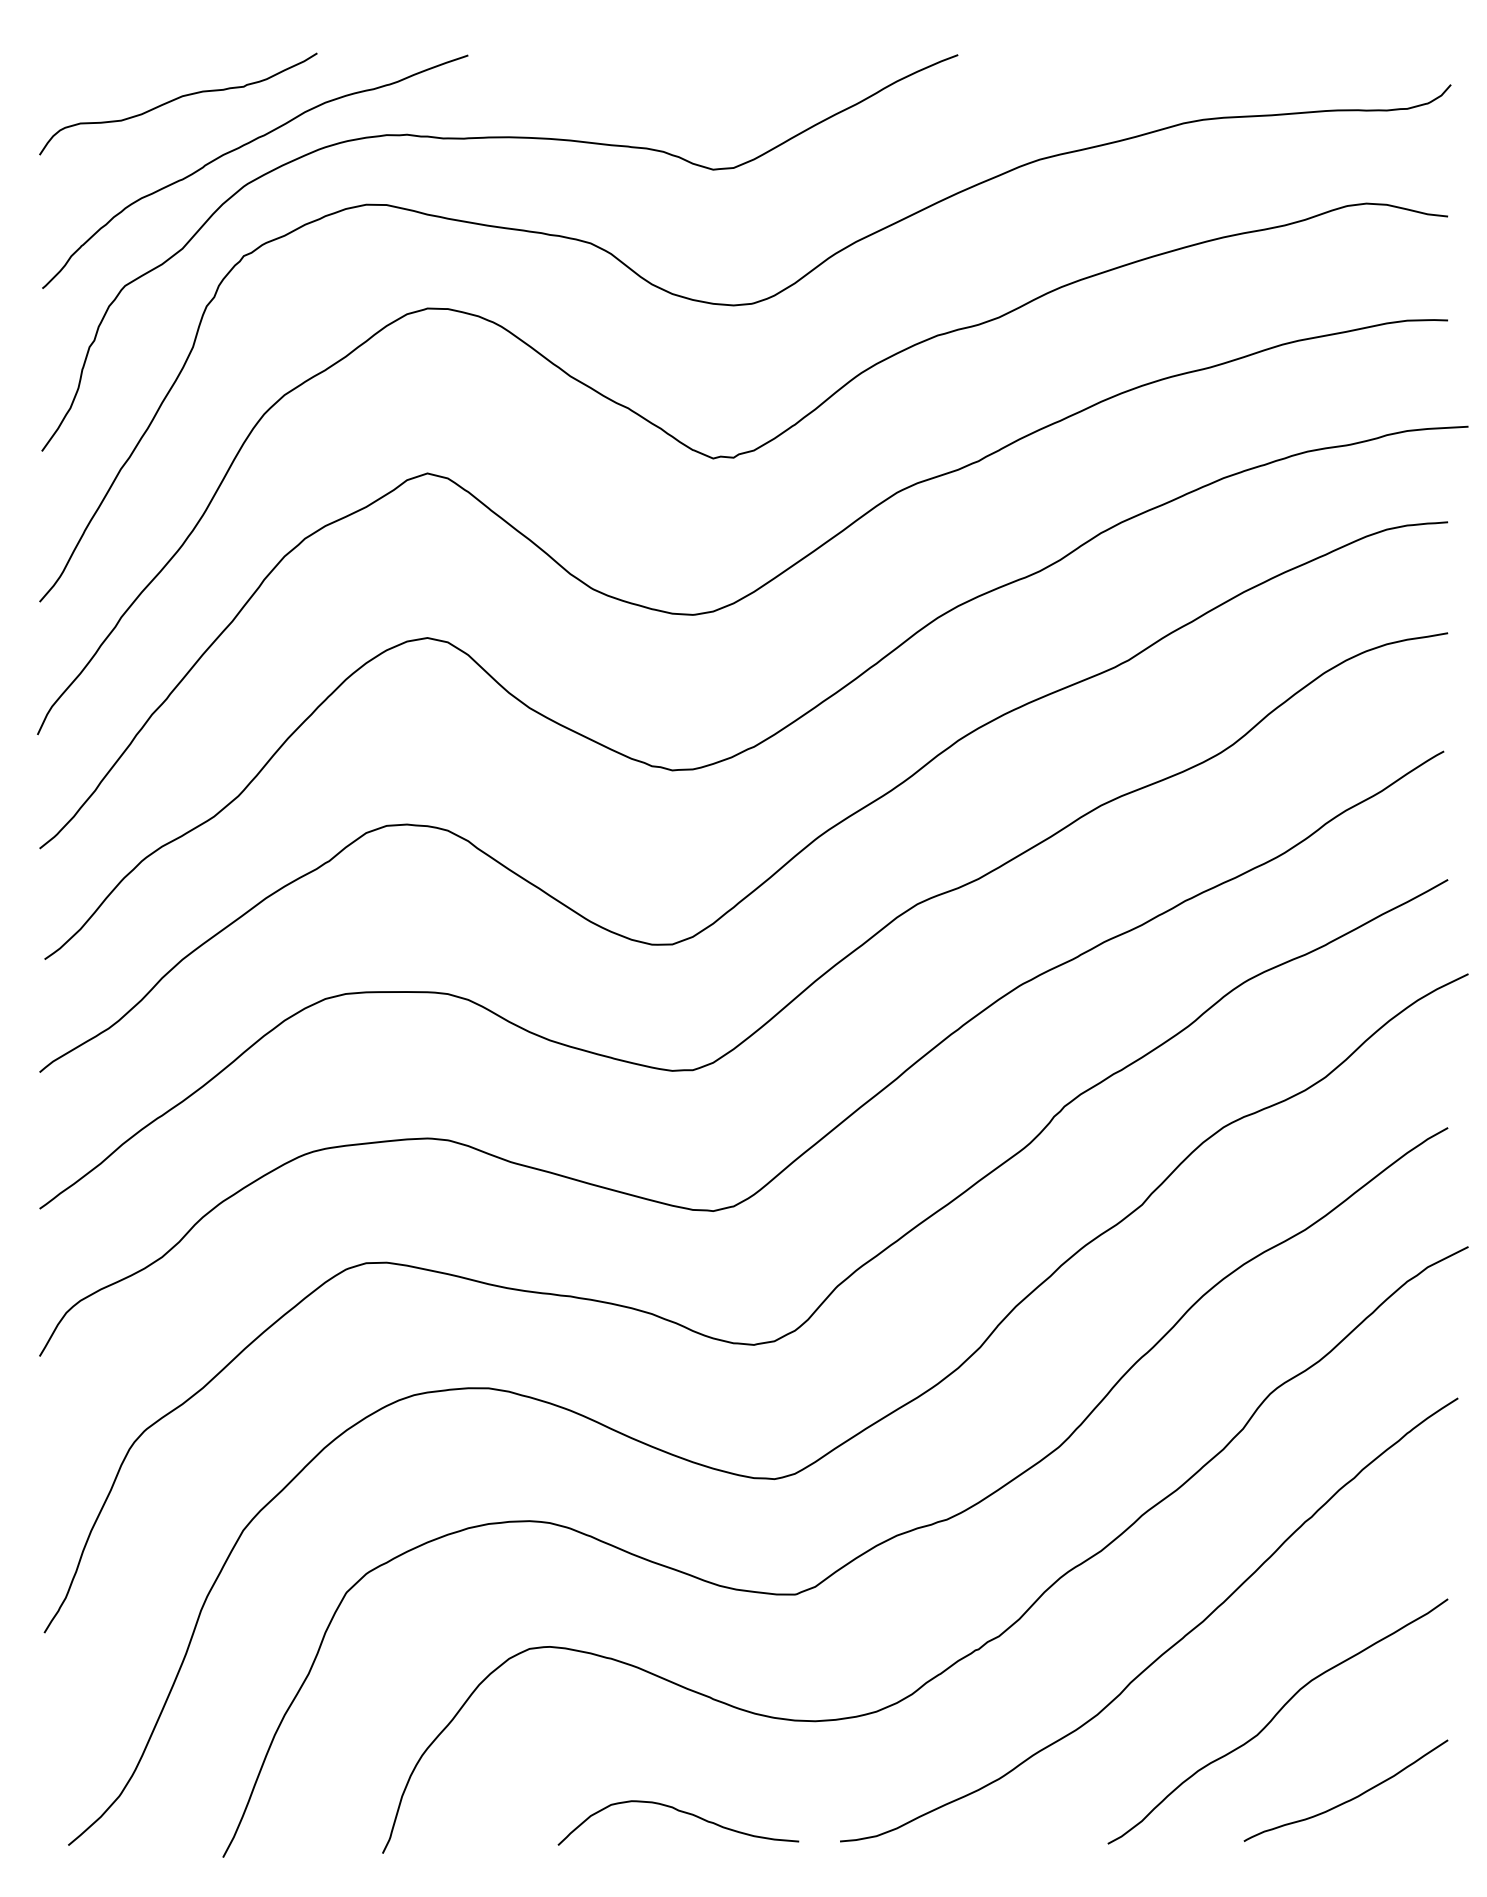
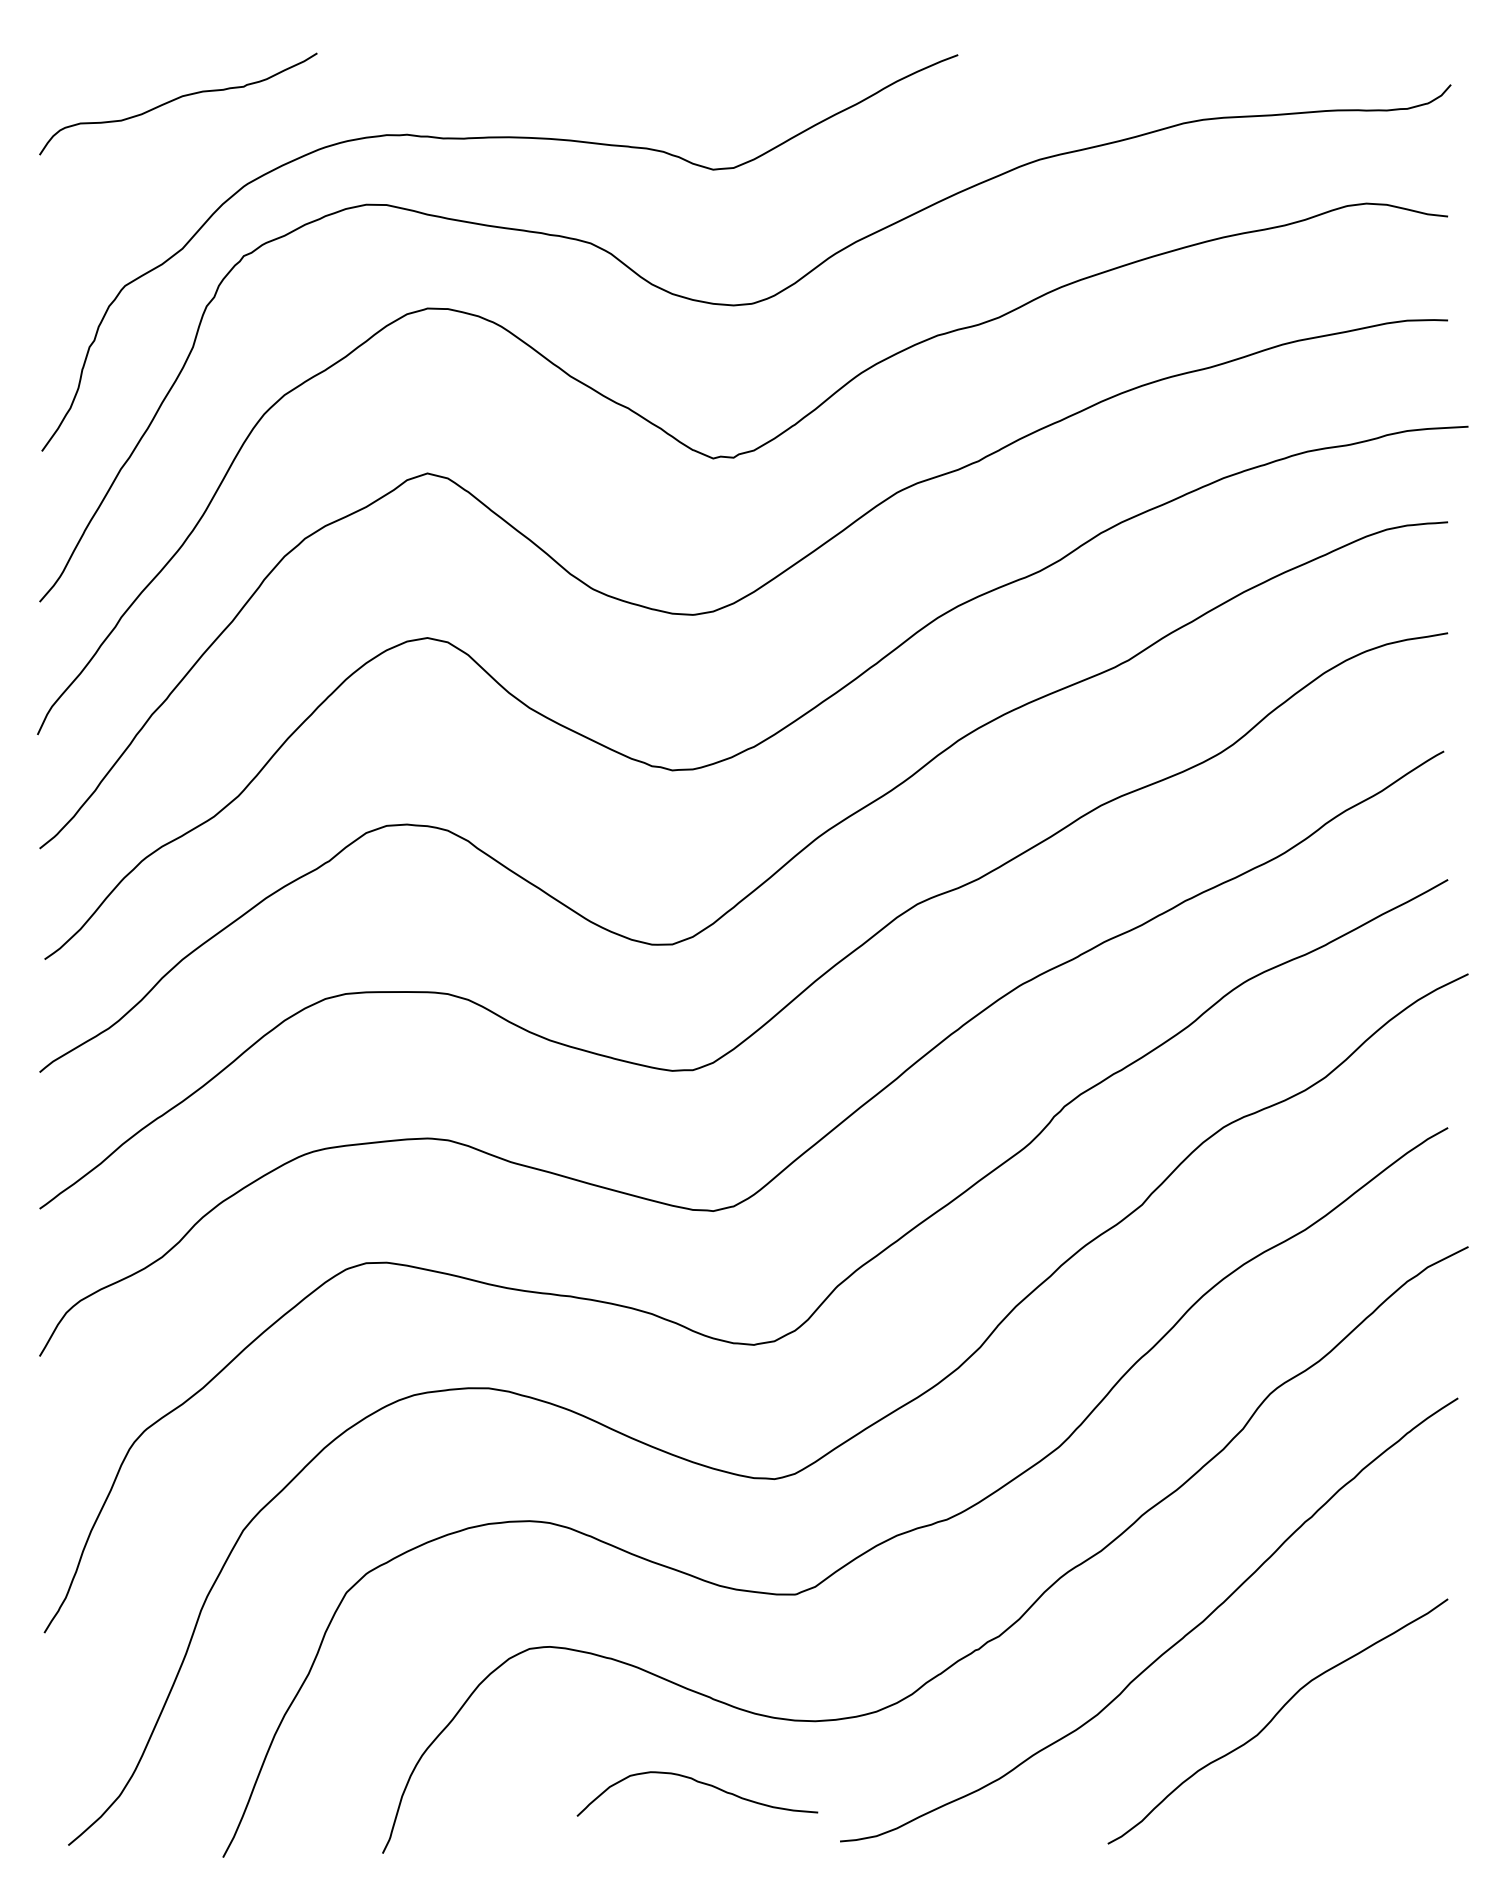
curve at (240, 148): present -> none
curve at (1349, 1799): present -> none
curve at (681, 1812) position: (681, 1812) -> (700, 1783)
